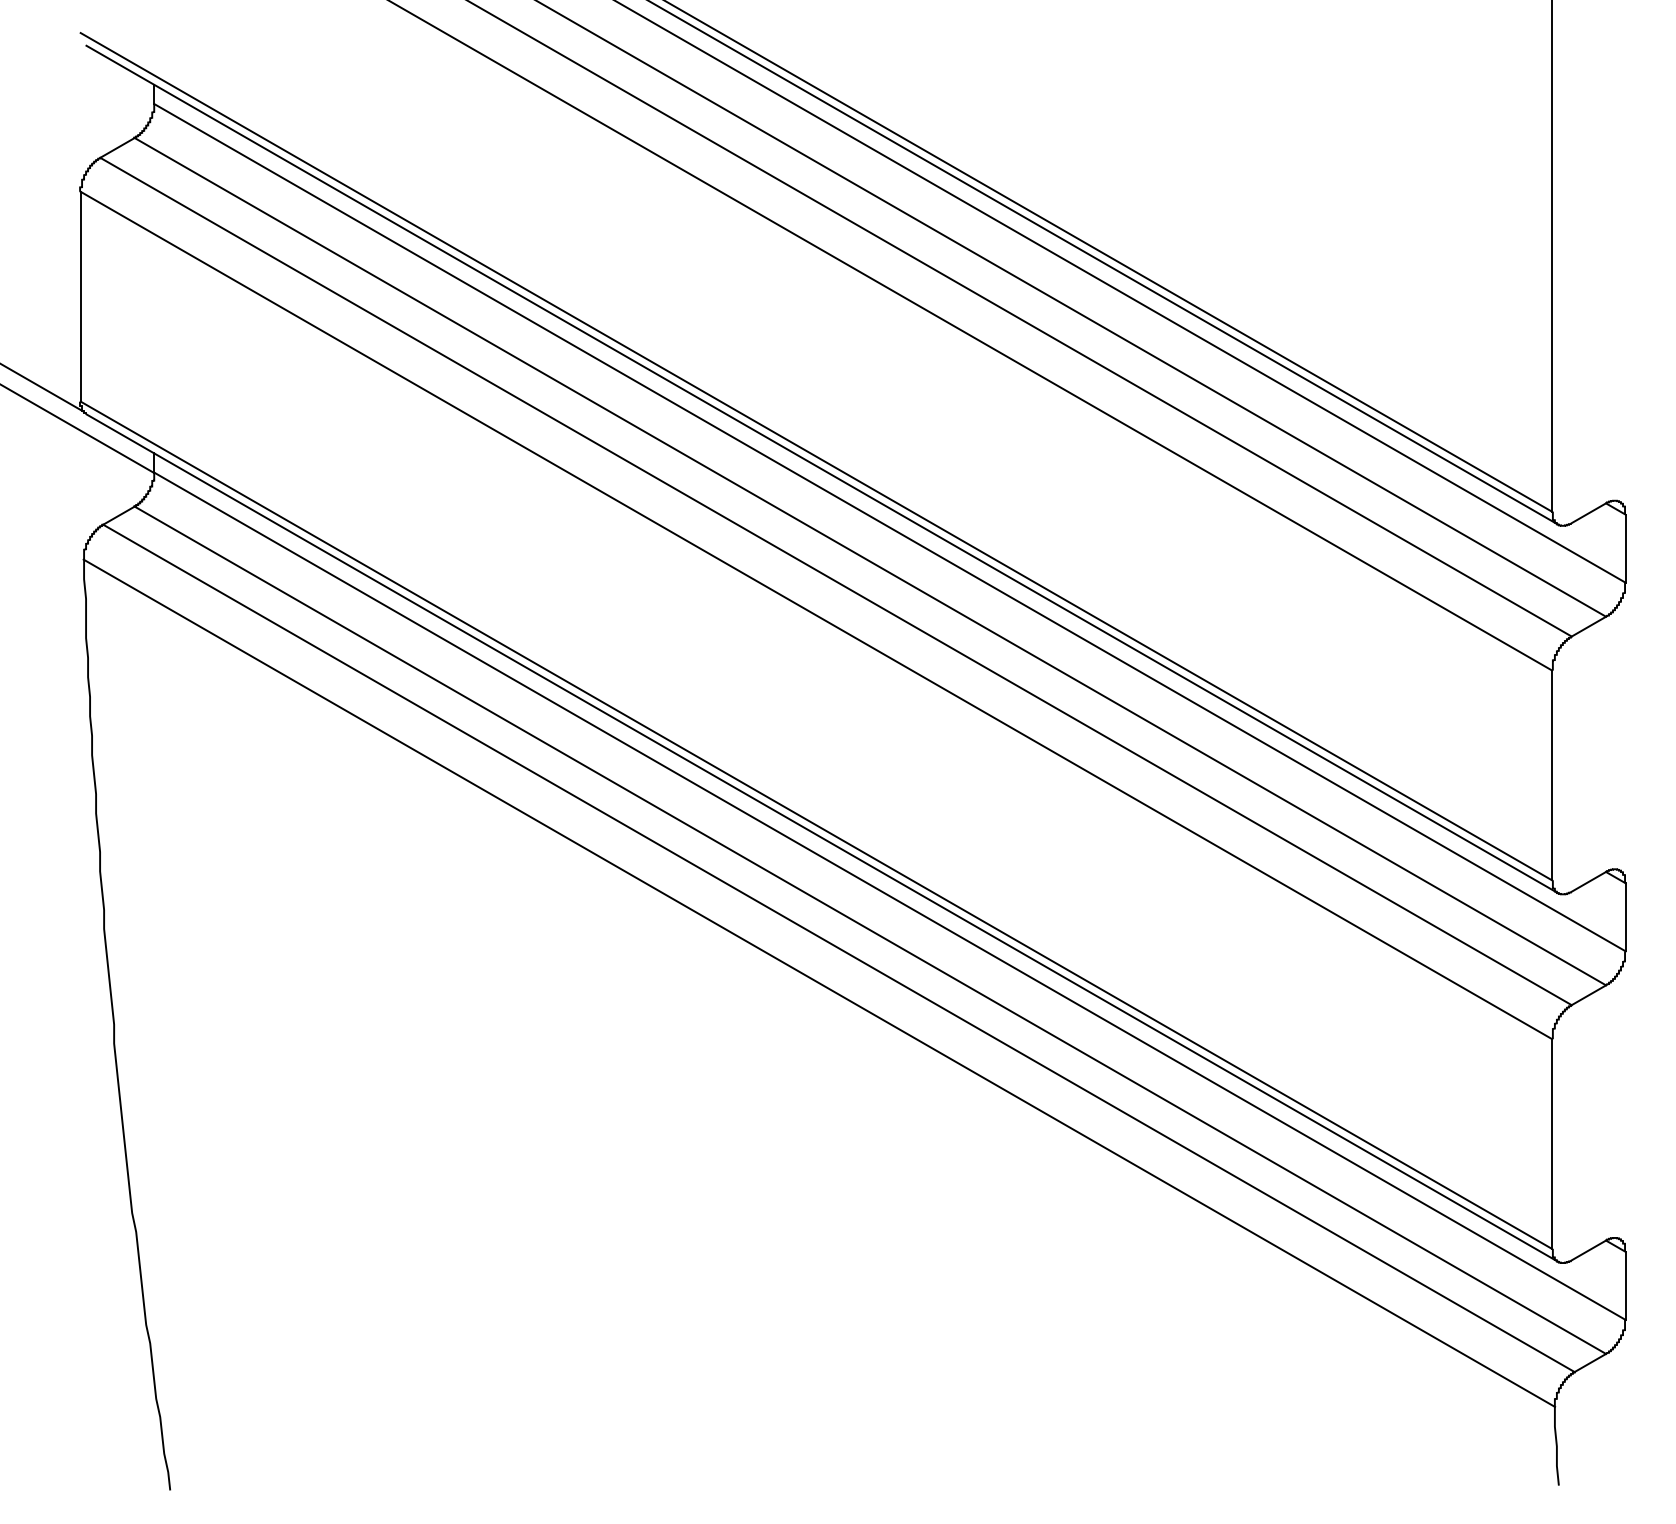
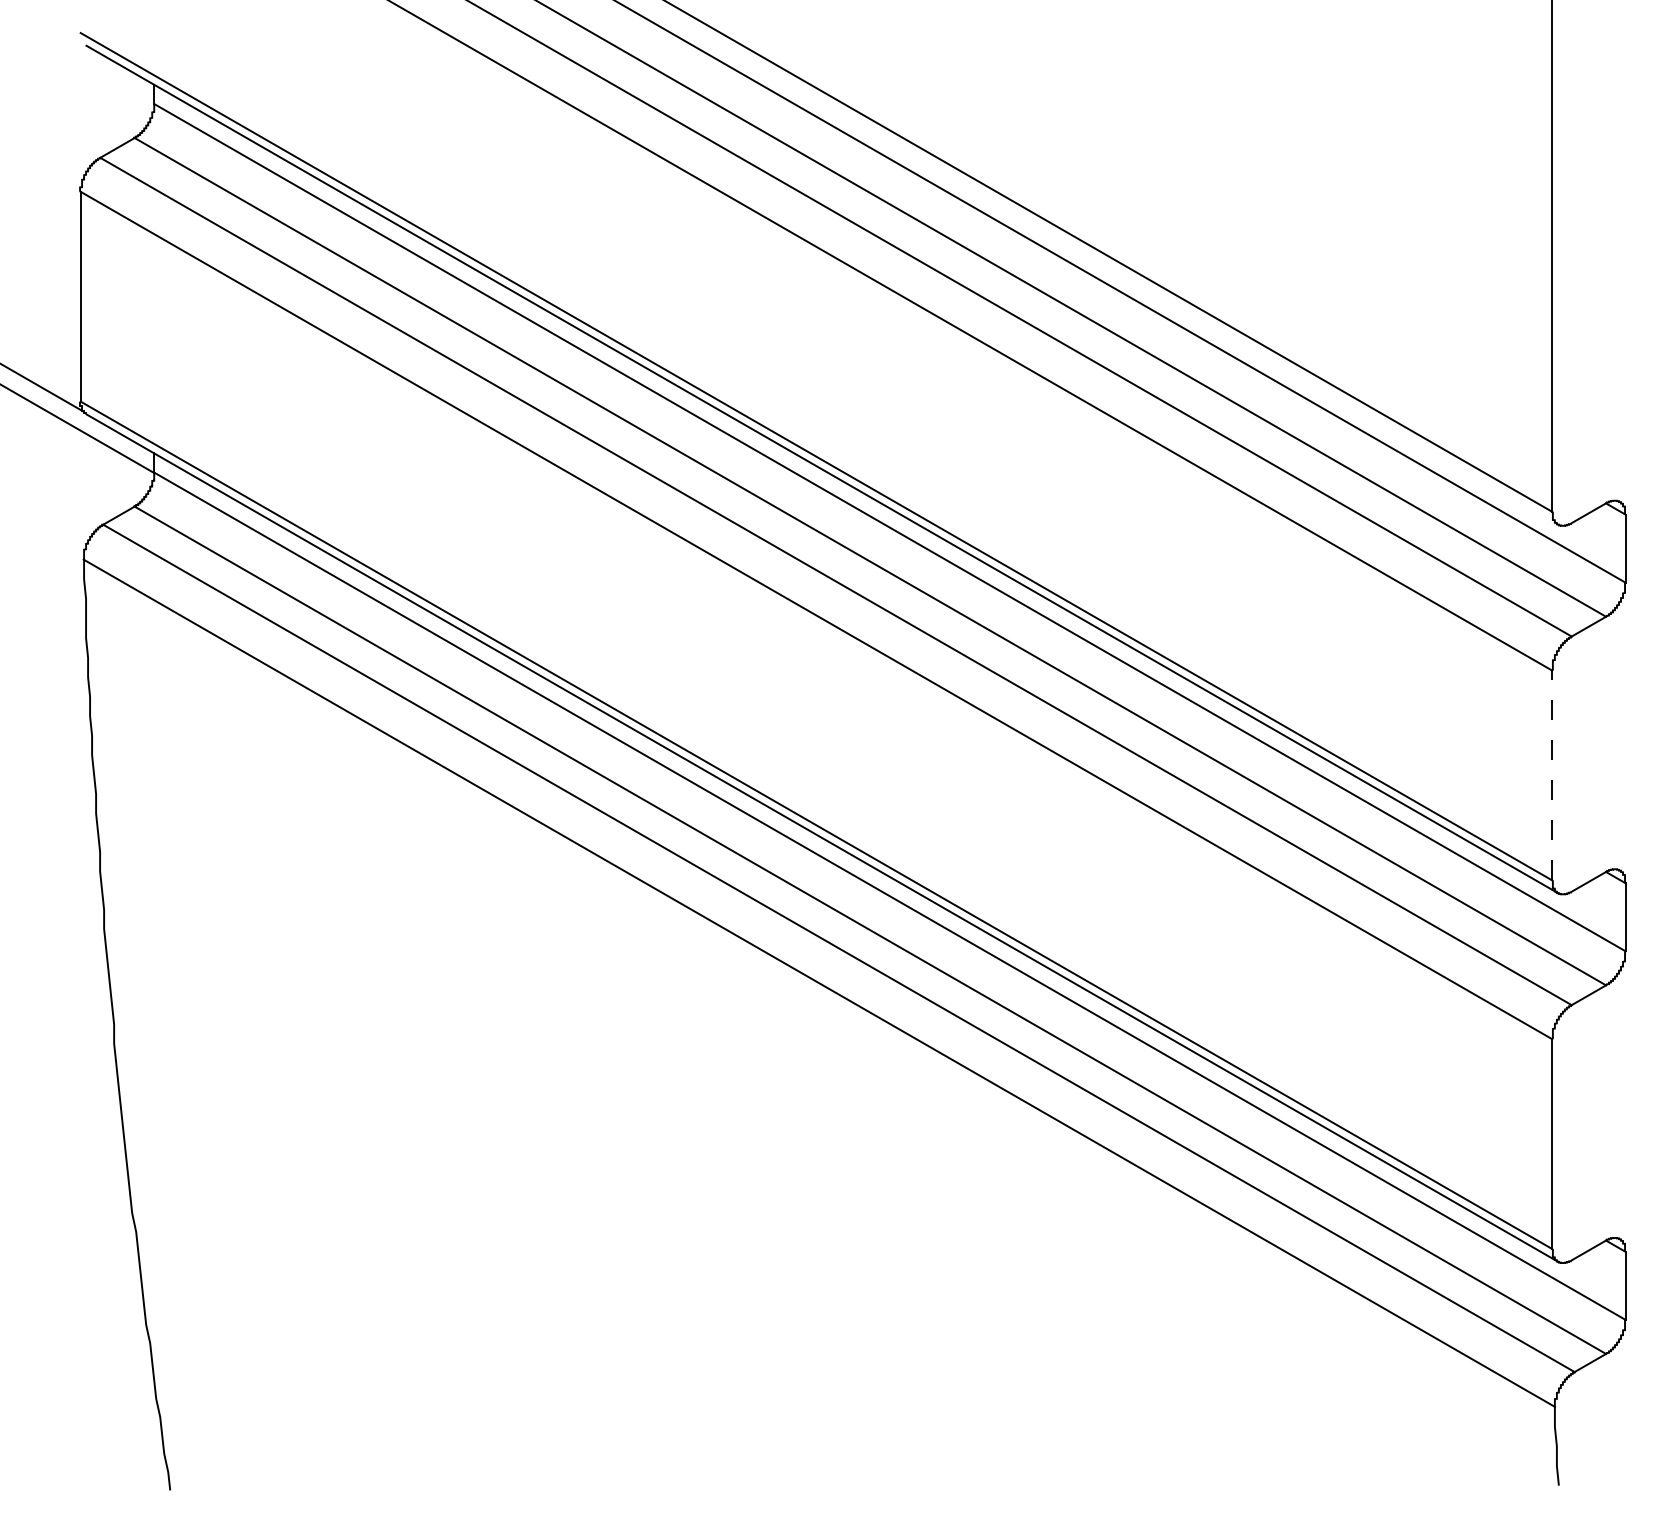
line at (1103, 263): present -> none
line at (1552, 775): solid -> dashed
